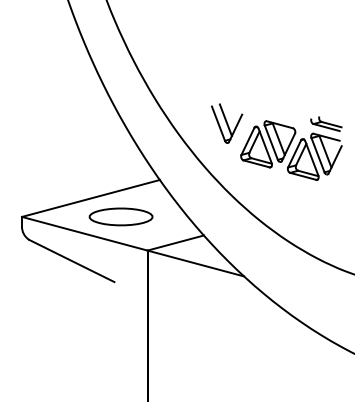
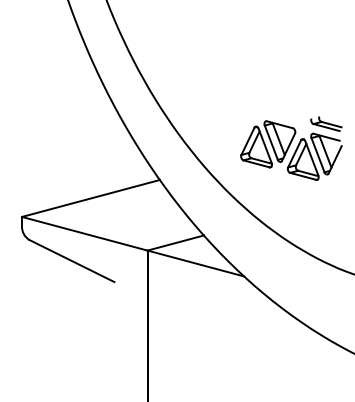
part at (227, 123): present -> none
part at (120, 216): present -> none
